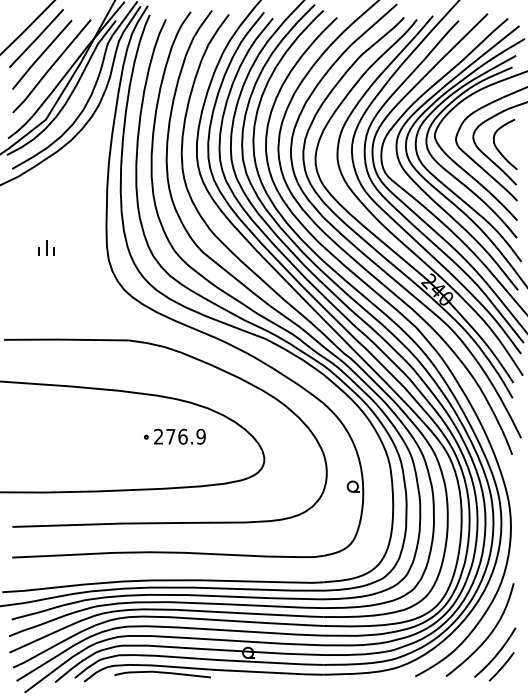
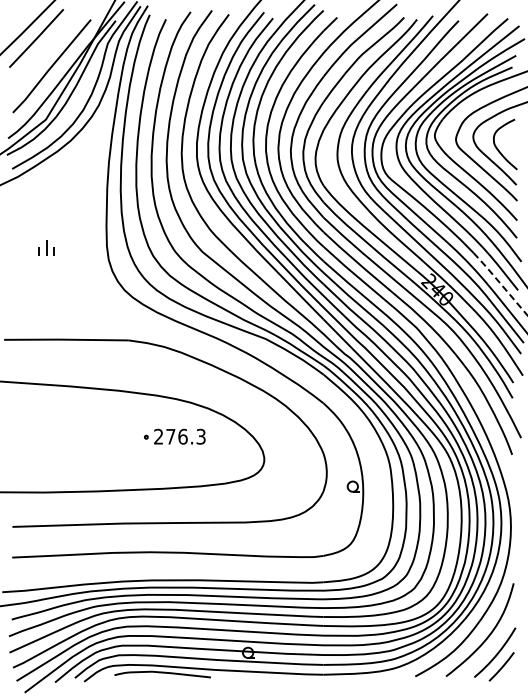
line at (42, 54): present -> none
line at (500, 283): solid -> dashed
text at (200, 436): 276.9 -> 276.3
